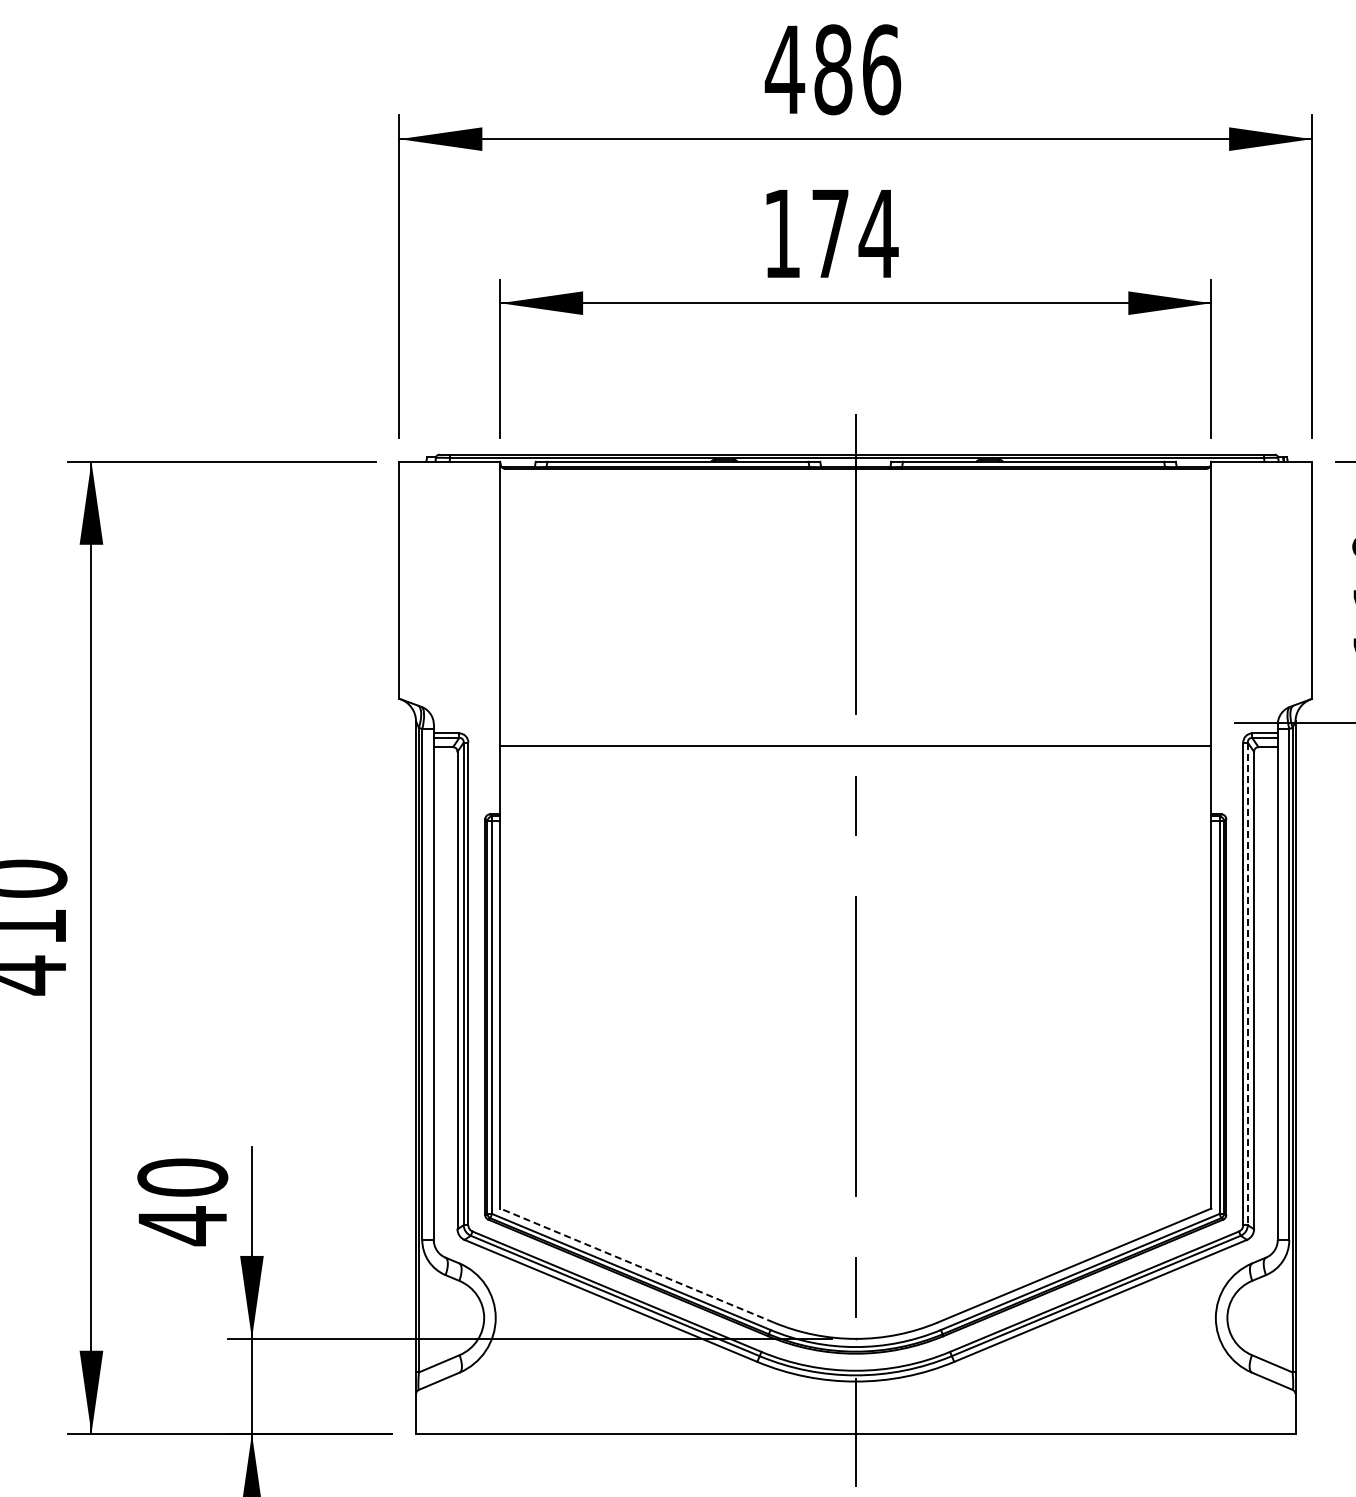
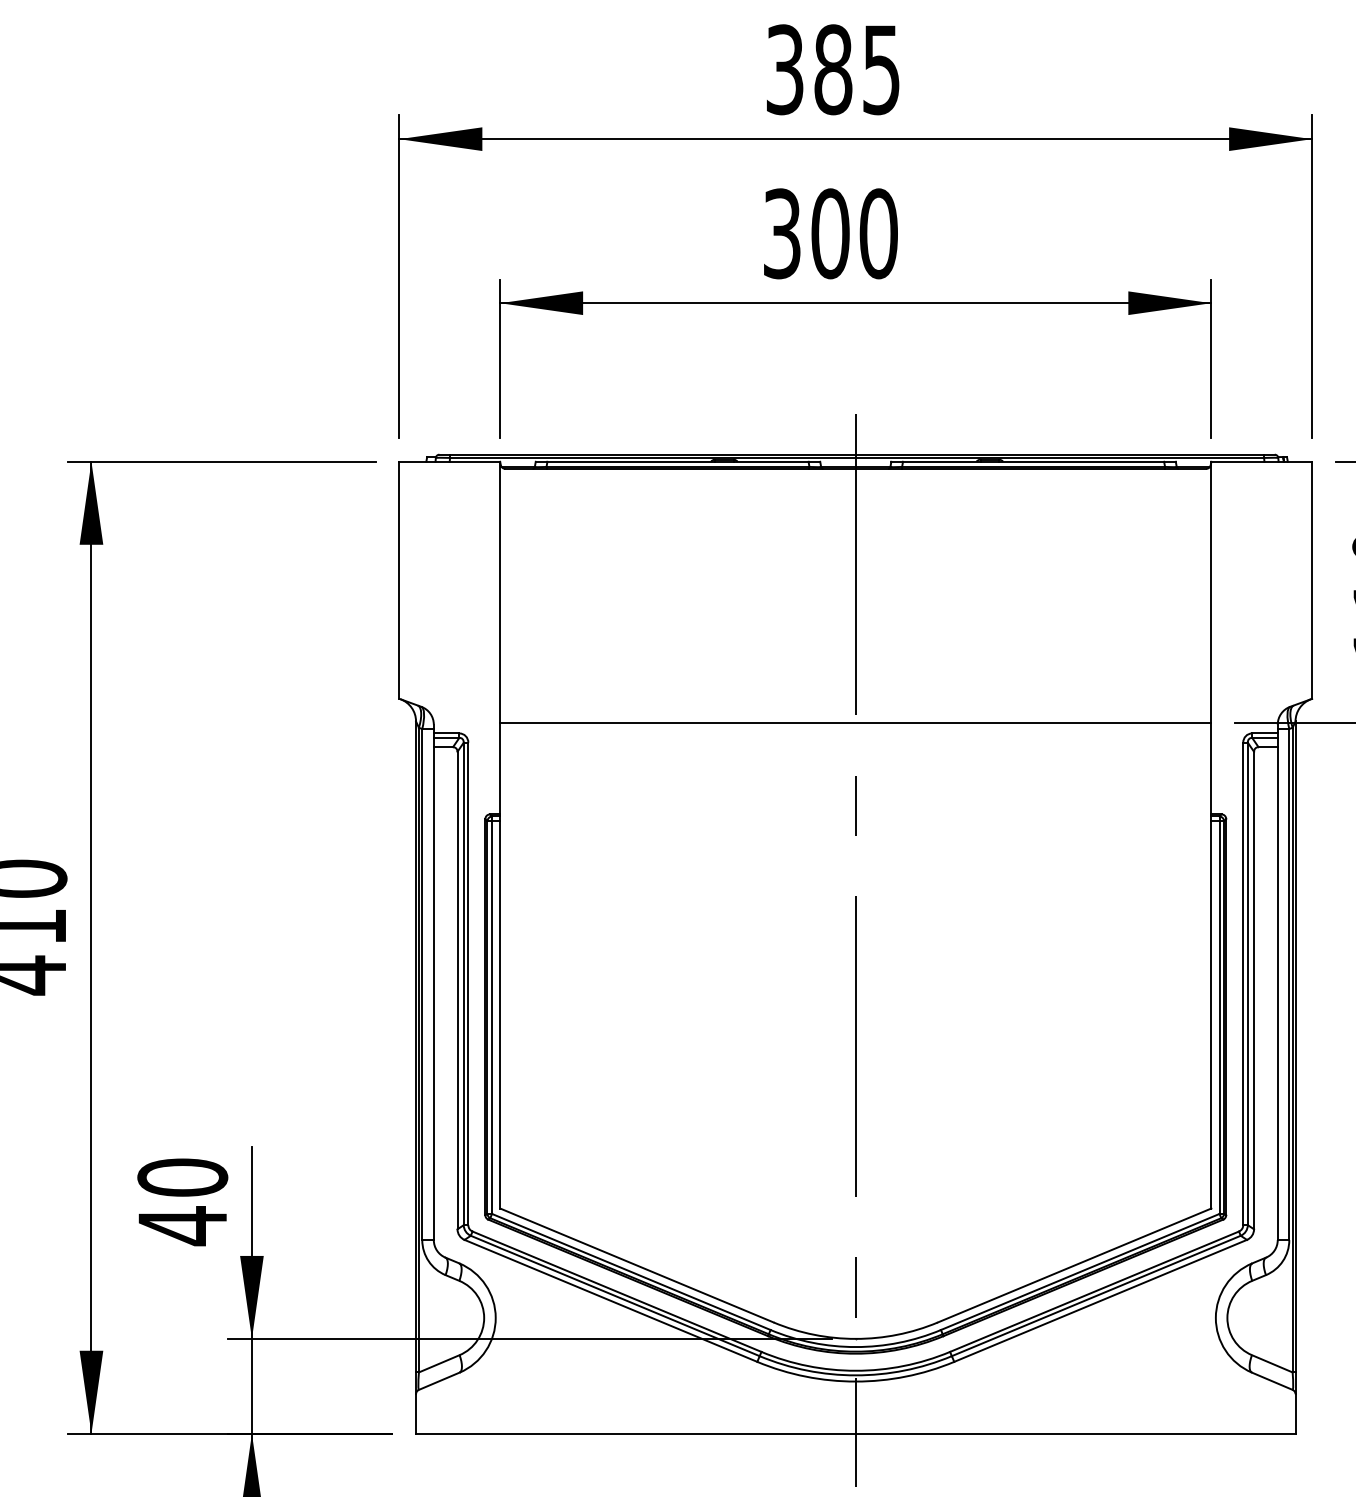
text at (832, 69): 486 -> 385
text at (831, 233): 174 -> 300
line at (855, 745) position: (855, 745) -> (855, 722)
line at (1247, 984): dashed -> solid
line at (636, 1265): dashed -> solid
